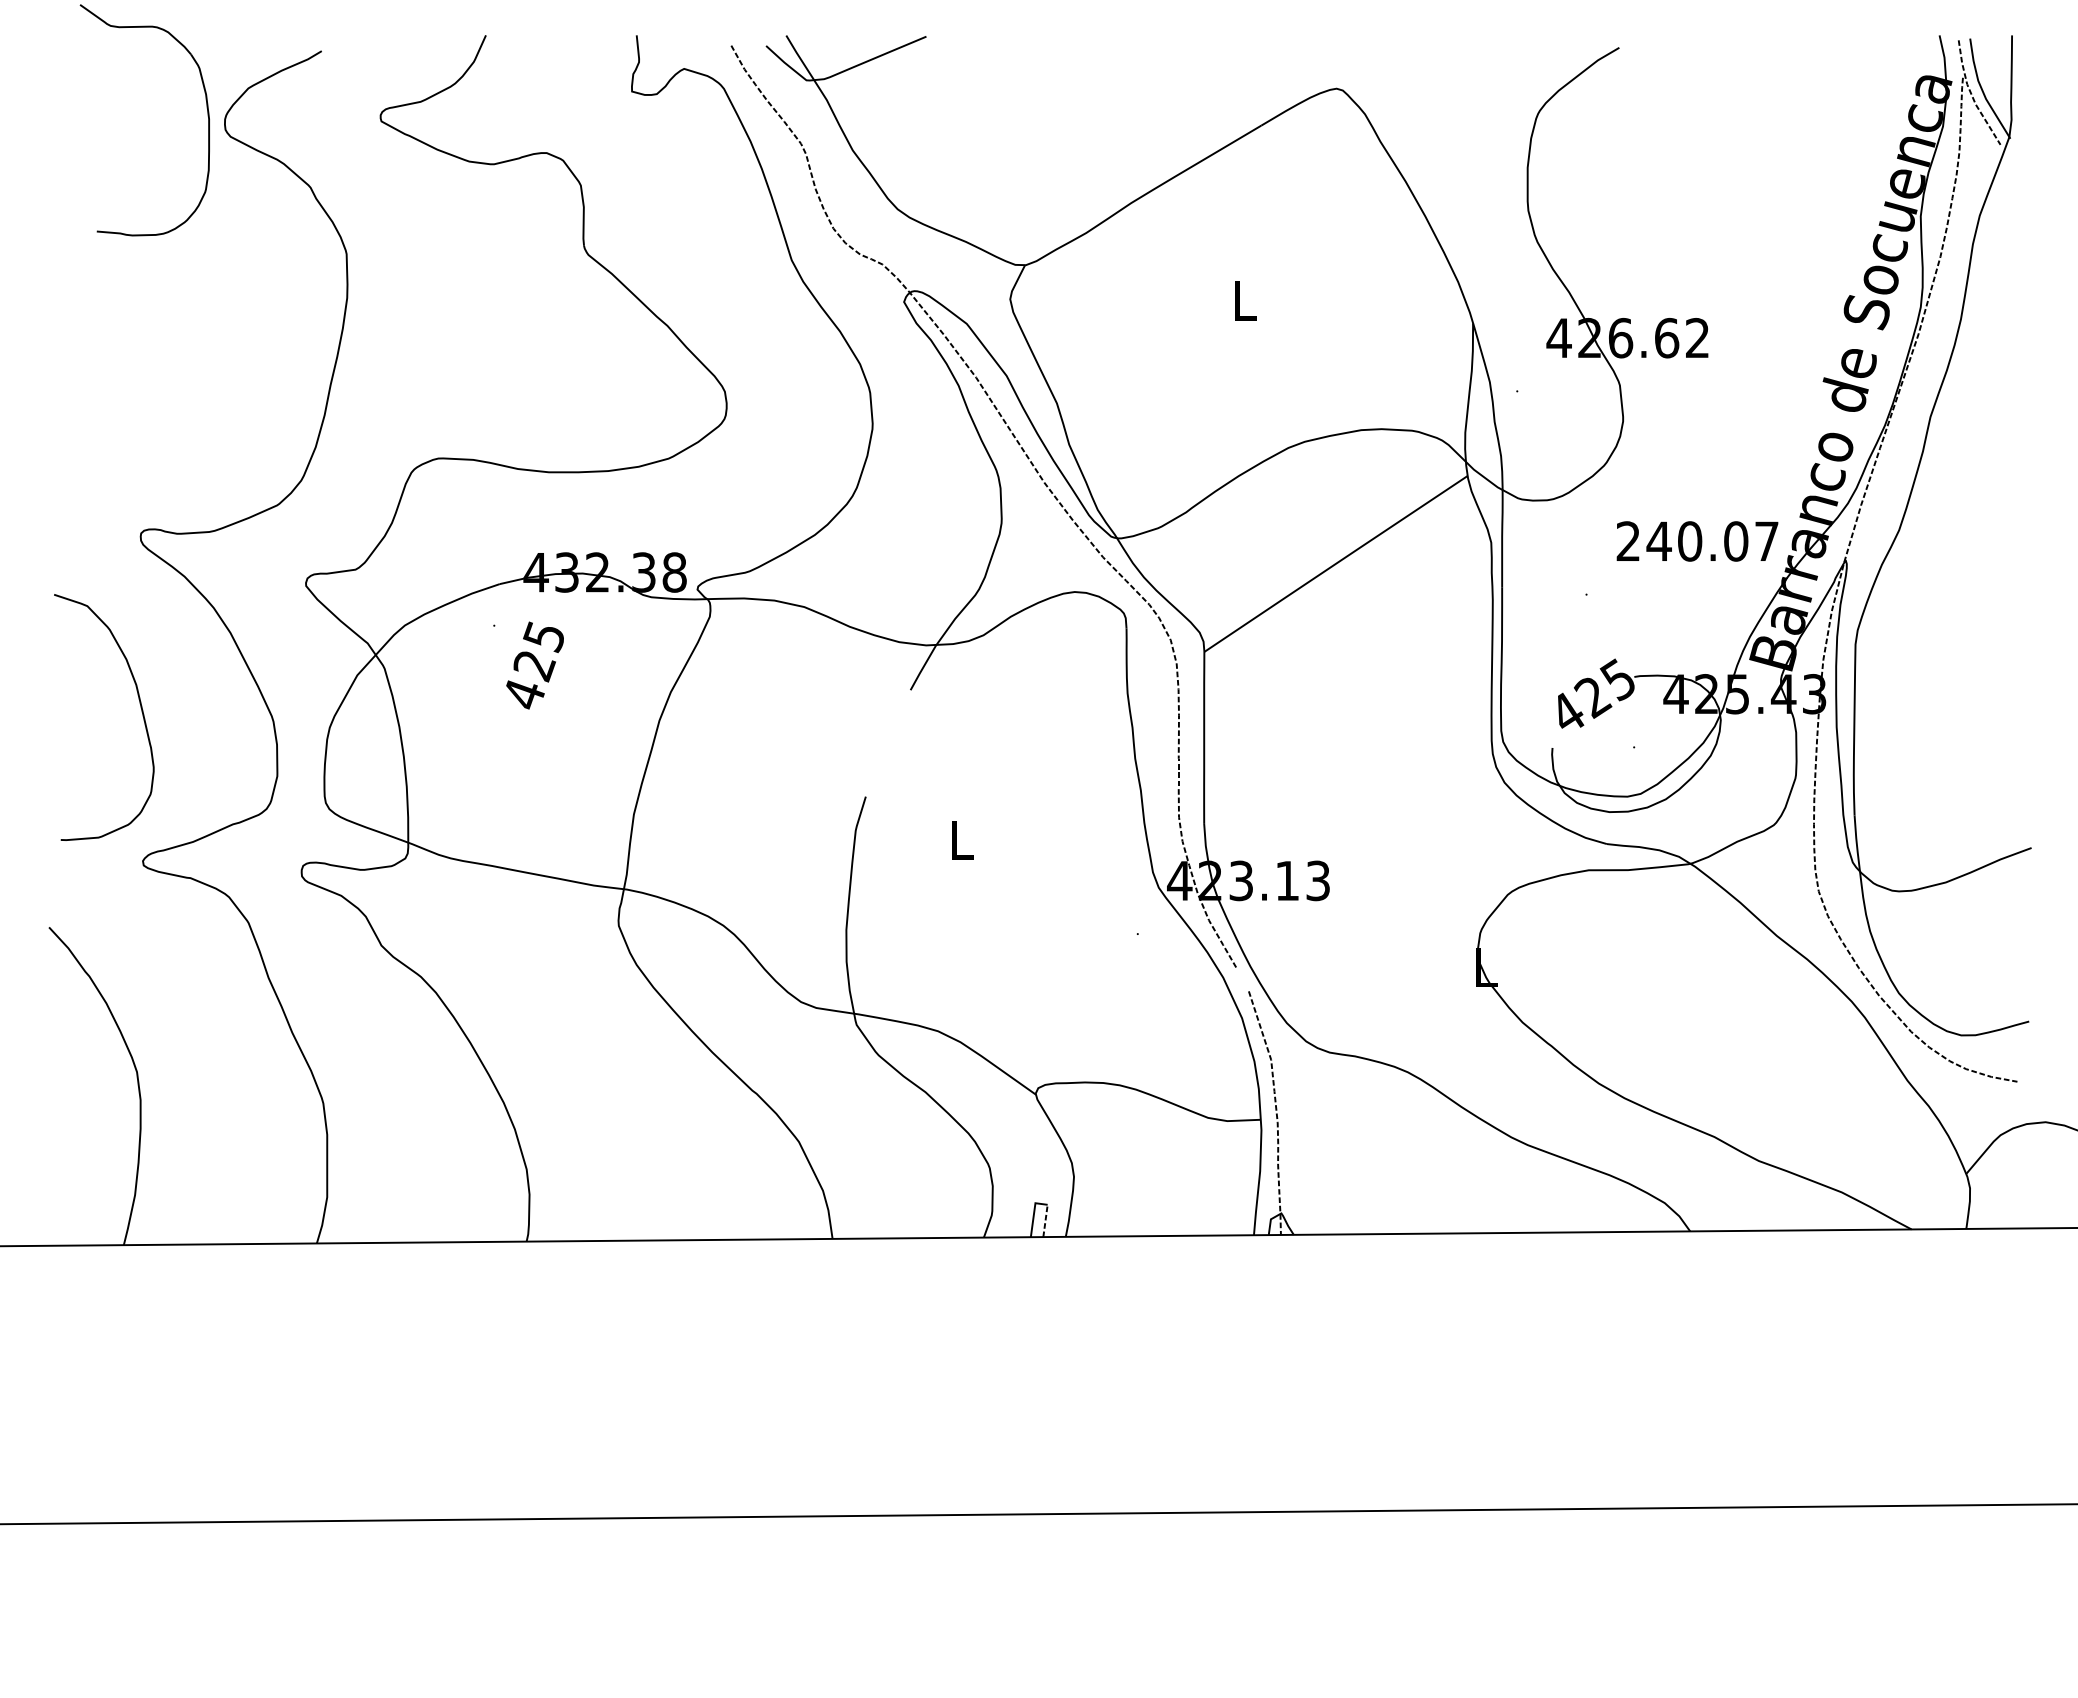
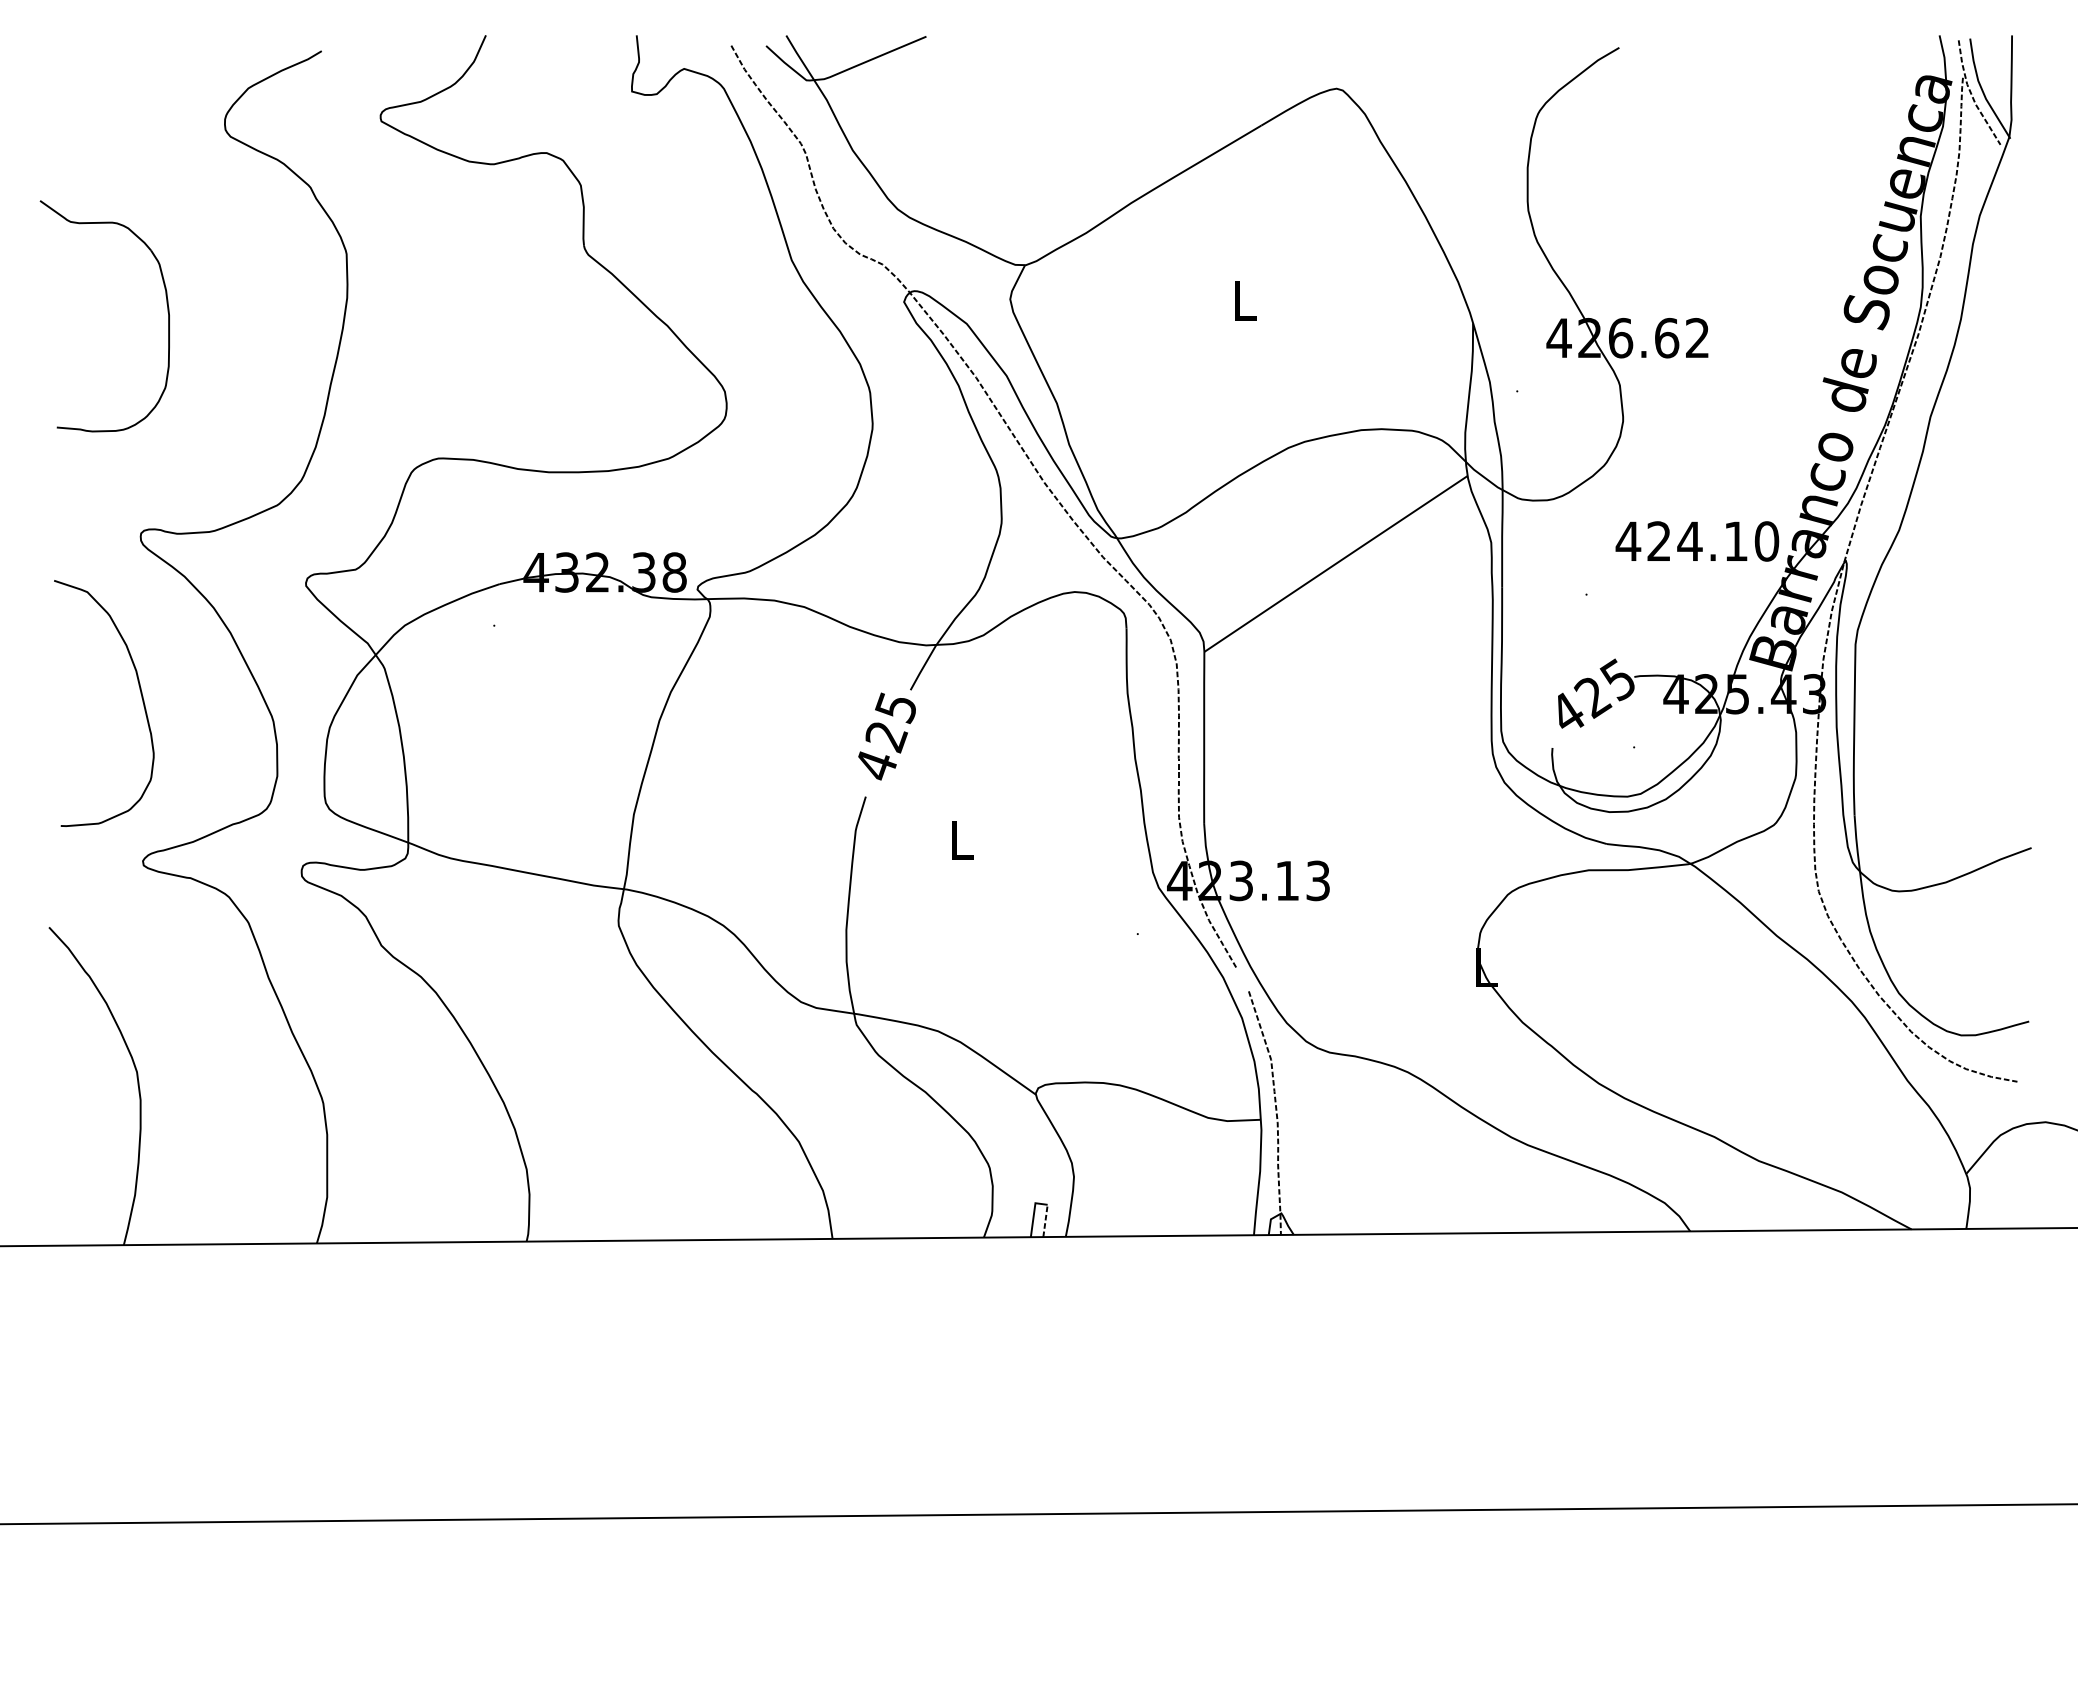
part at (207, 116) position: (207, 116) -> (167, 312)
text at (1697, 541): 240.07 -> 424.10
text at (534, 665) position: (534, 665) -> (886, 736)
curve at (141, 712) position: (141, 712) -> (141, 698)
